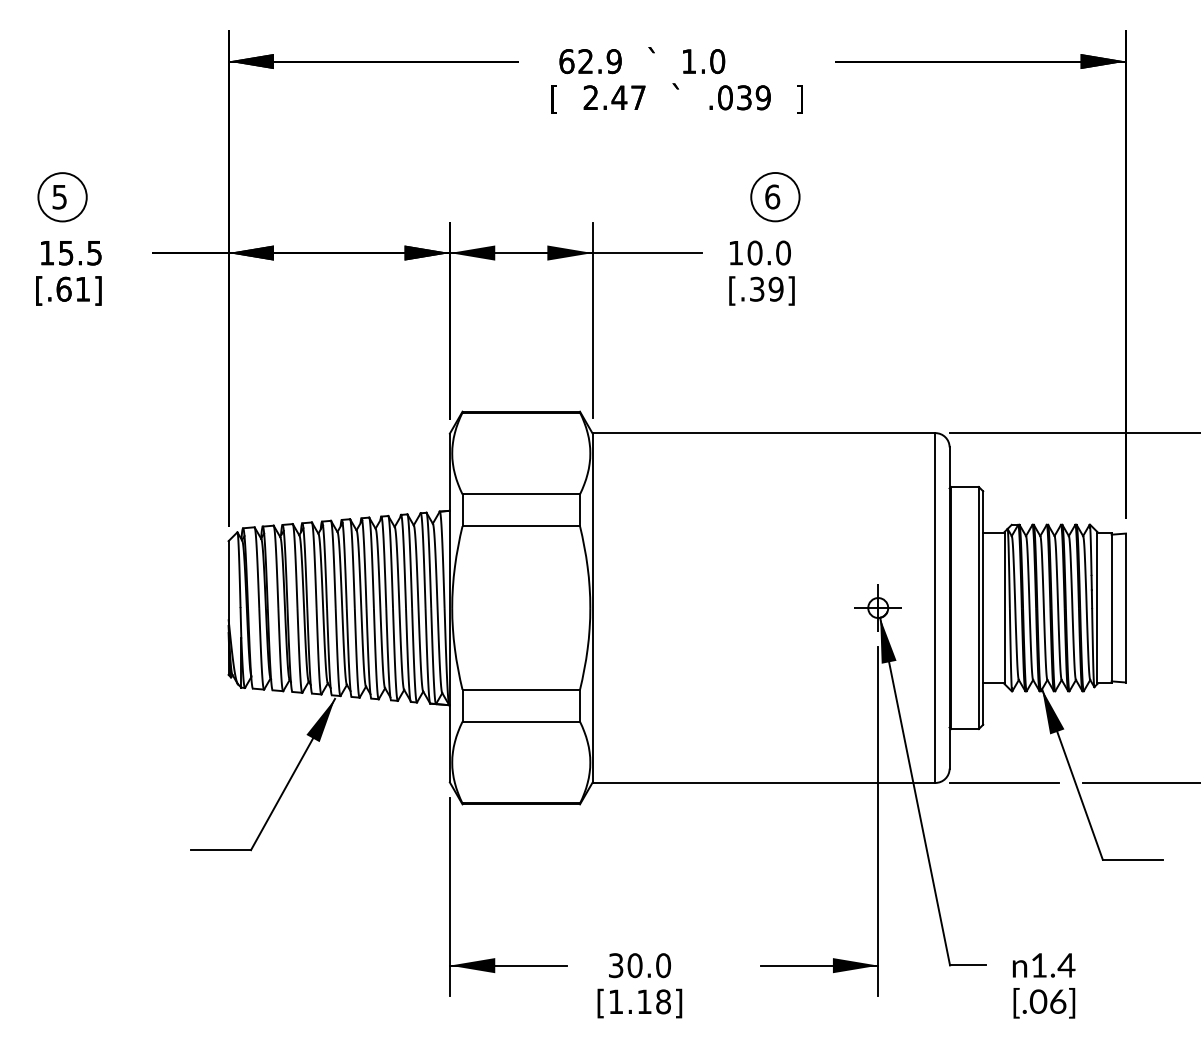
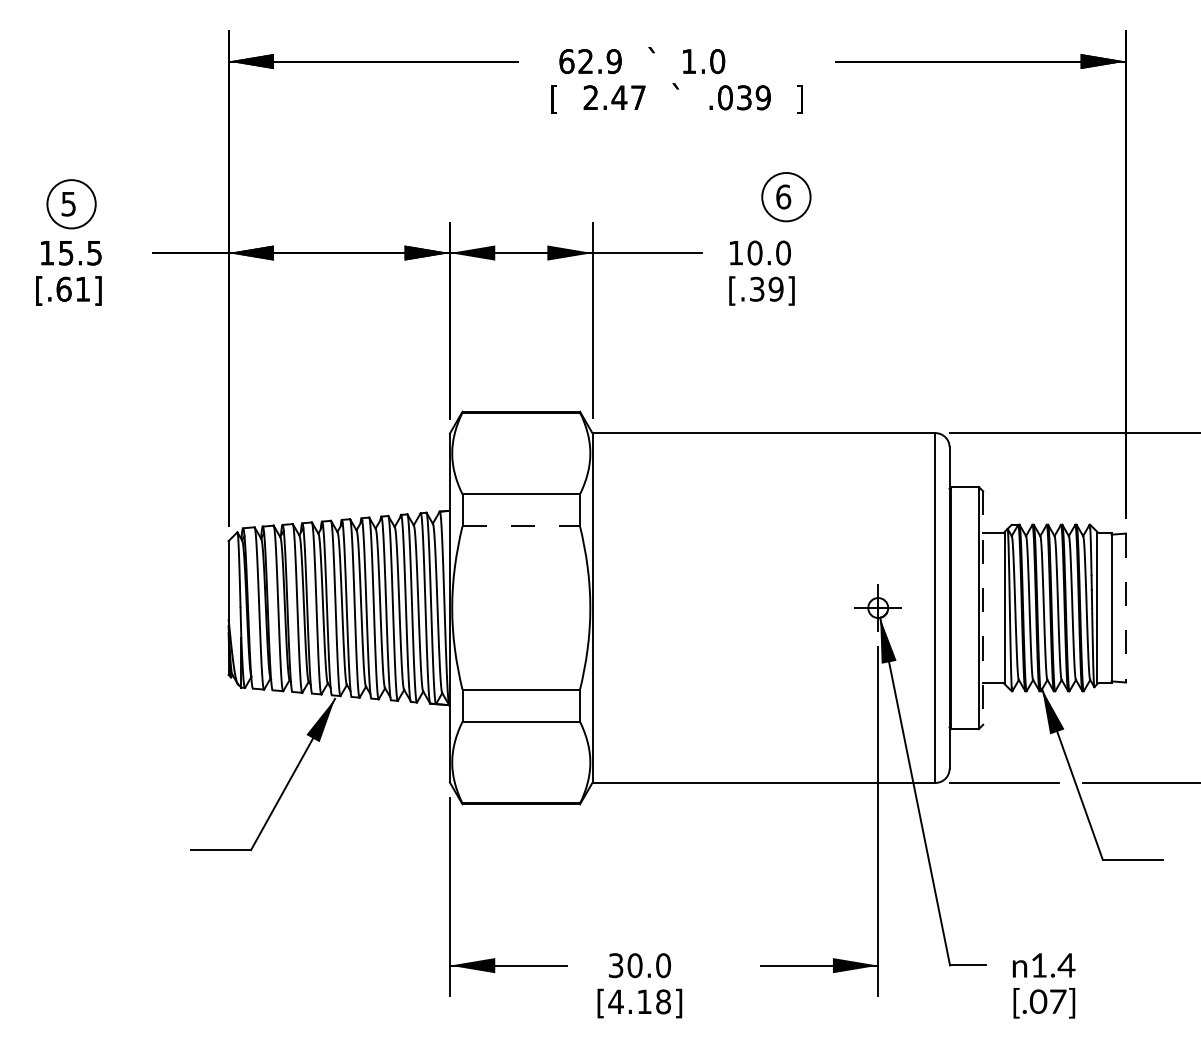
part at (62, 197) position: (62, 197) -> (71, 204)
part at (775, 197) position: (775, 197) -> (786, 197)
line at (521, 526): solid -> dashed
line at (983, 608): solid -> dashed
line at (1125, 608): solid -> dashed
text at (615, 1001): [1.18] -> [4.18]
text at (1058, 1001): [.06] -> [.07]
